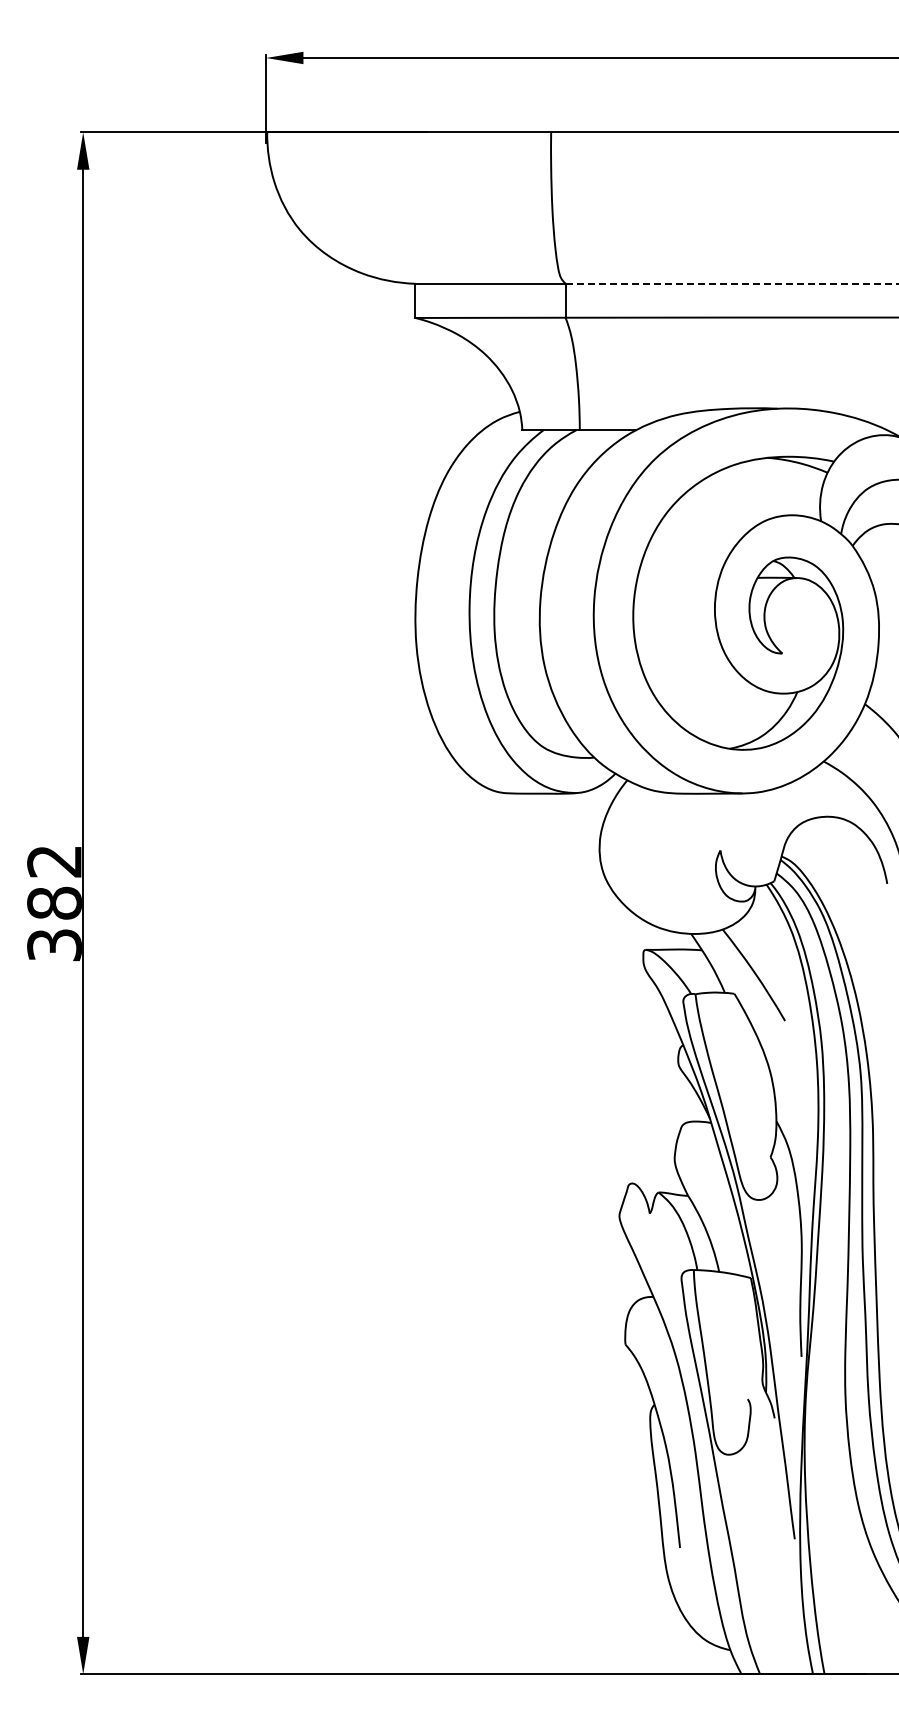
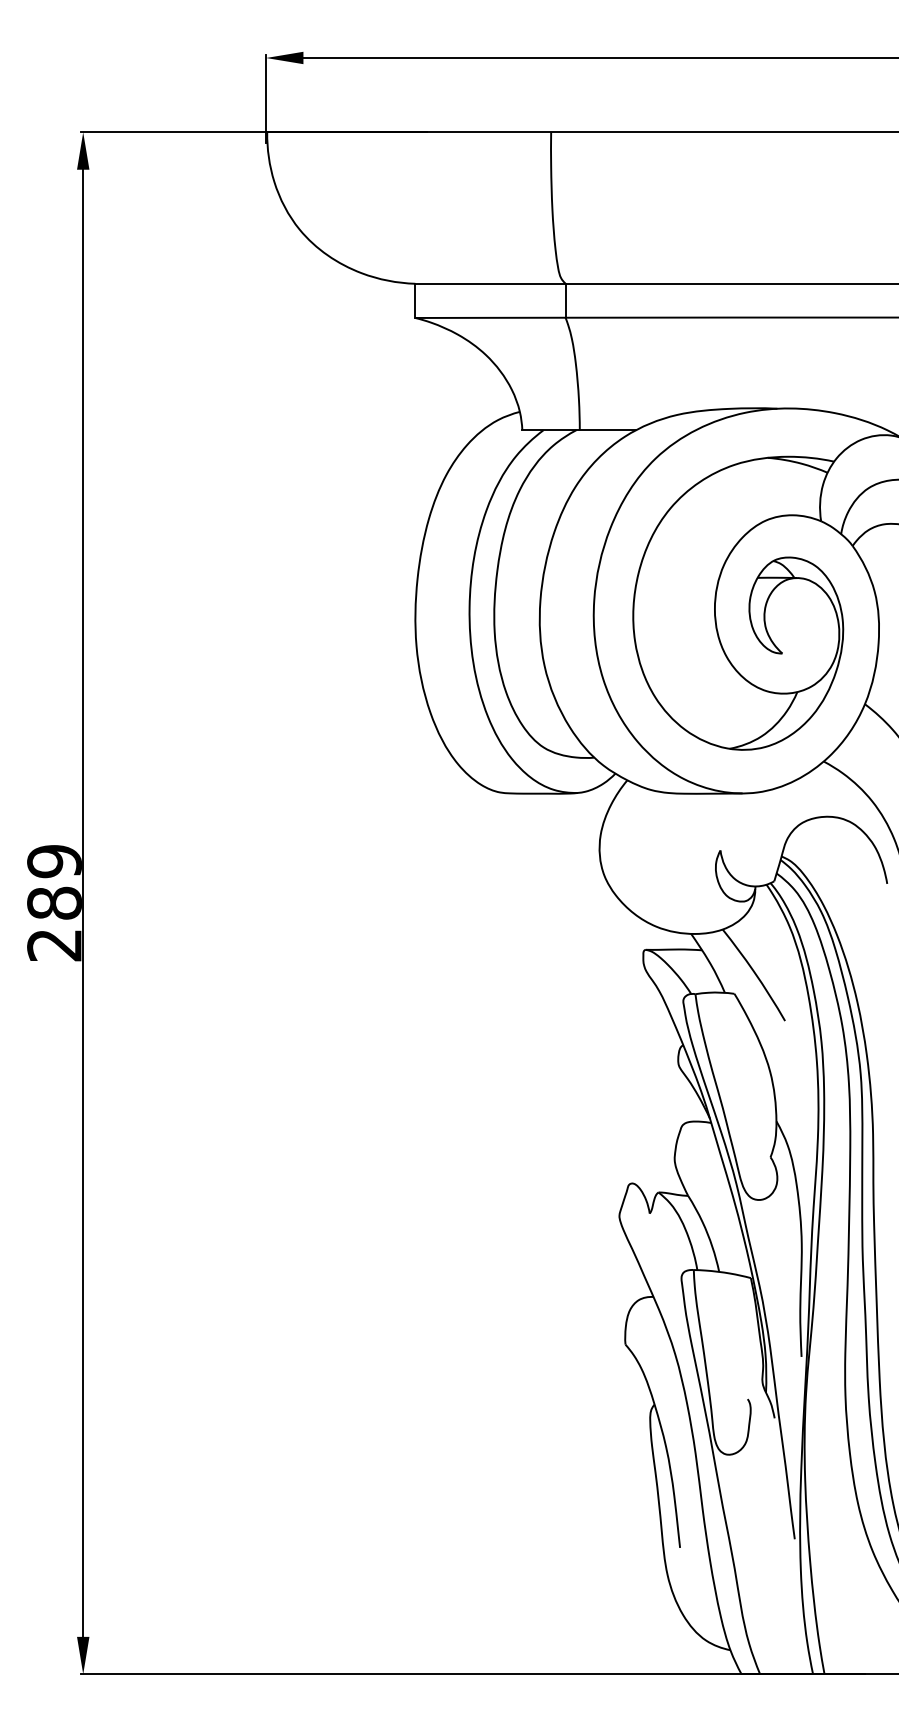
line at (732, 283): dashed -> solid
text at (54, 903): 382 -> 289
